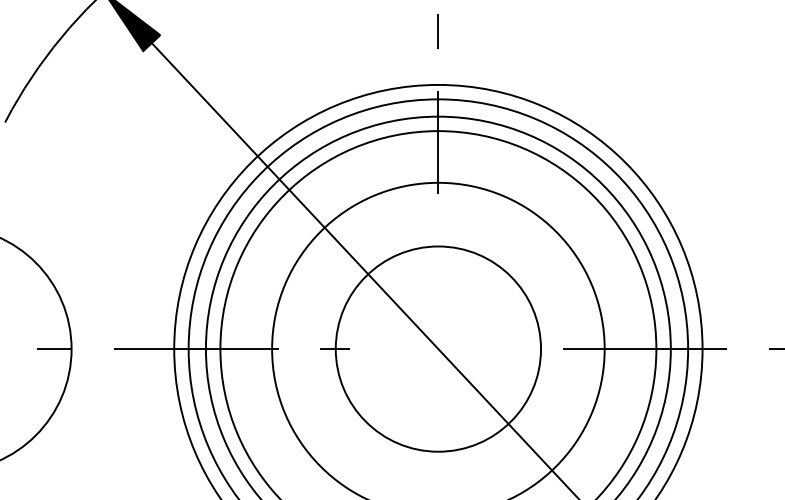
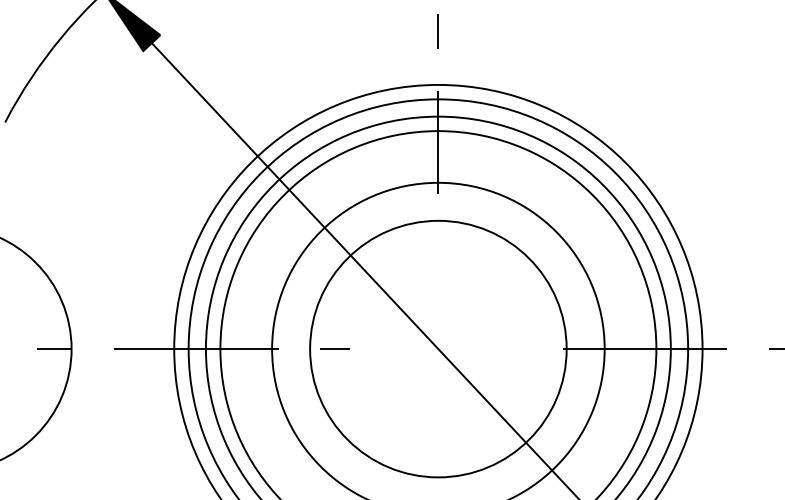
circle at (438, 348) diameter: 205 px -> 257 px
